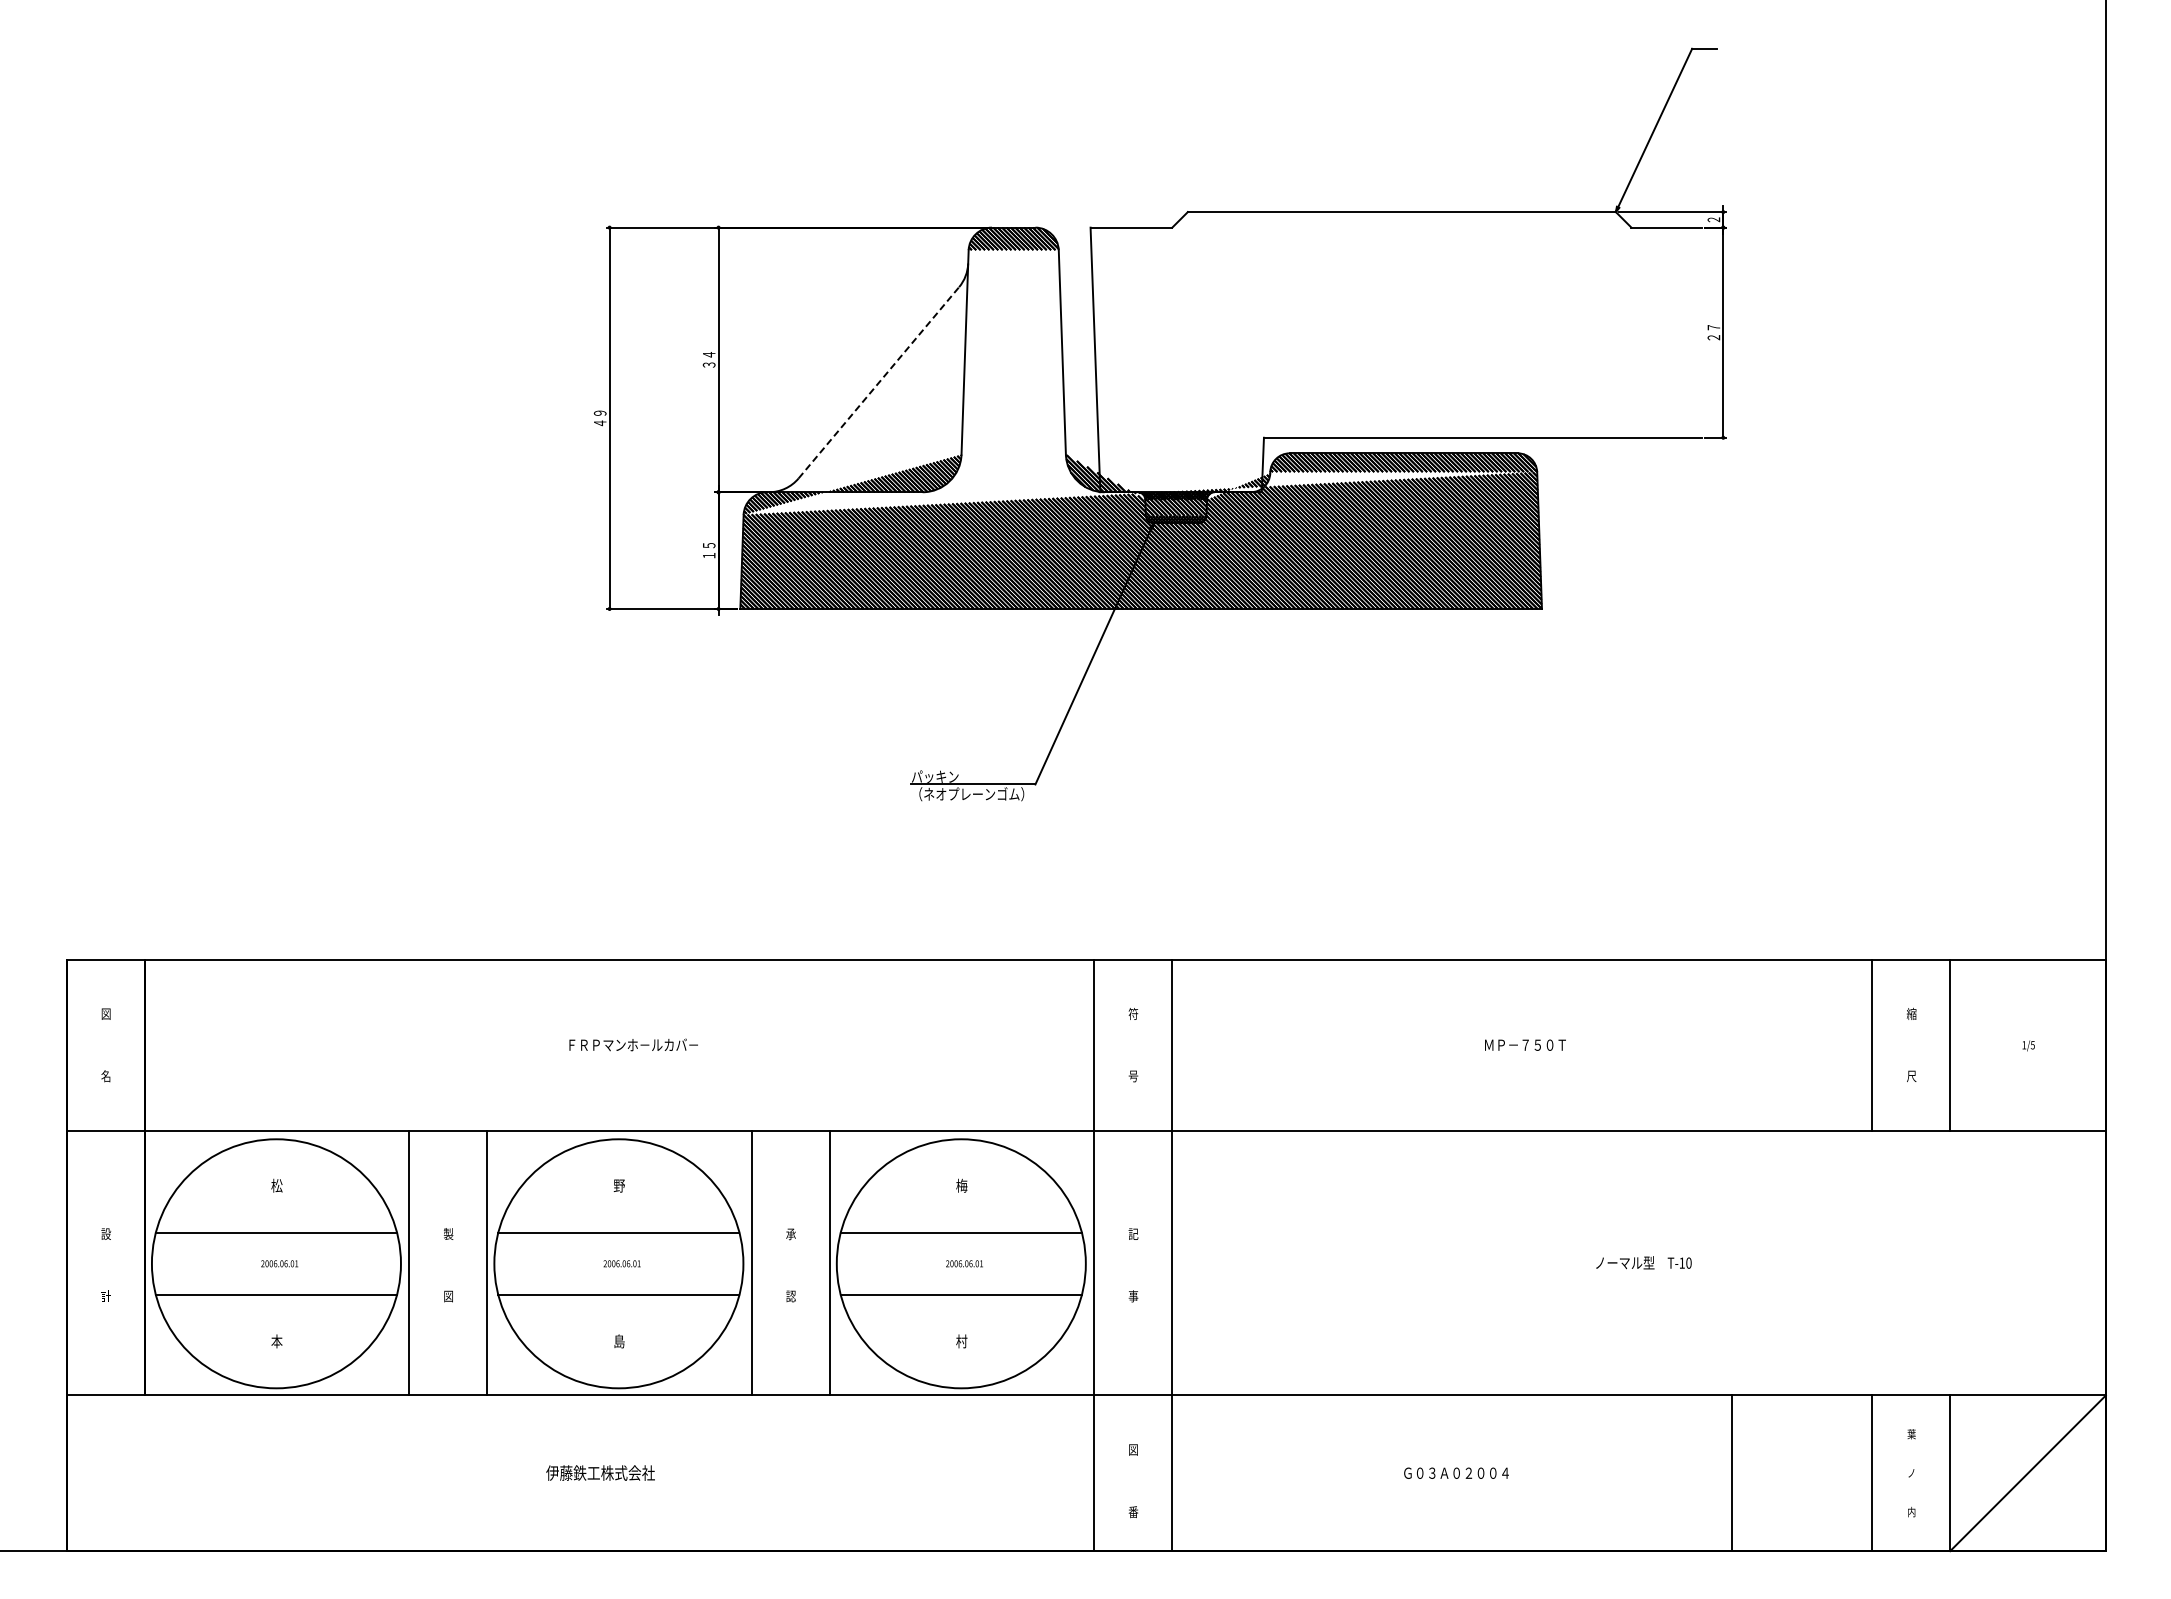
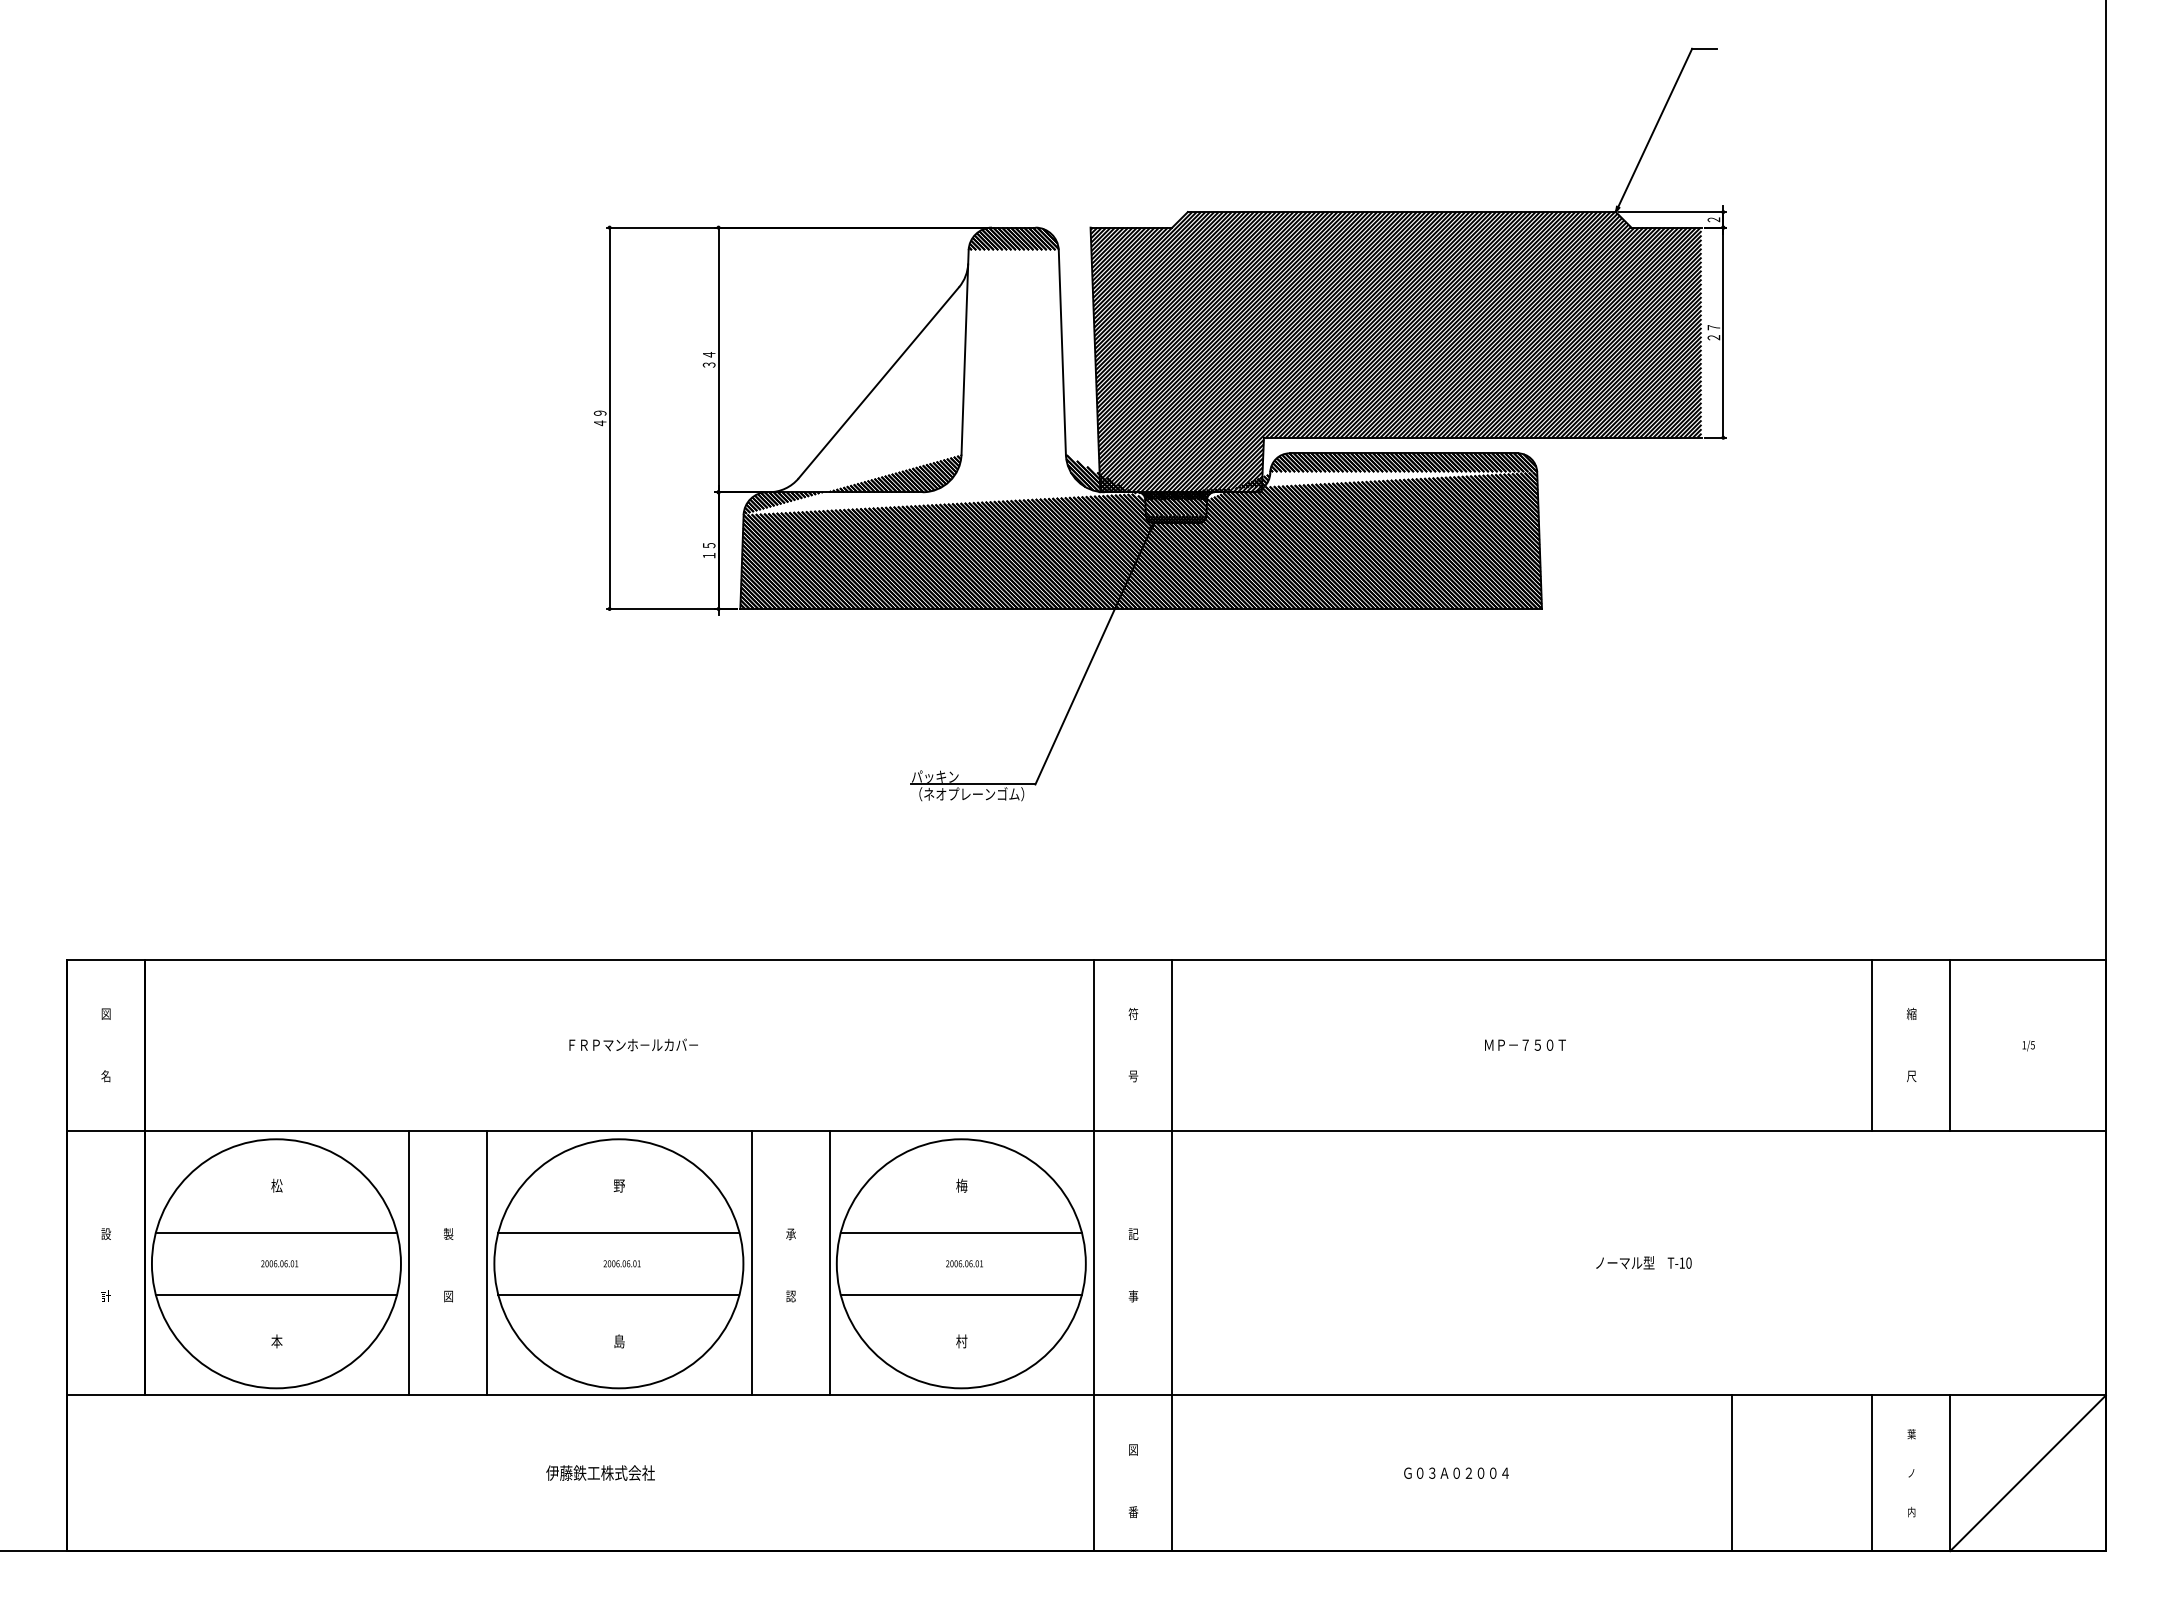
hatch at (1395, 352): none -> present
line at (878, 382): dashed -> solid
